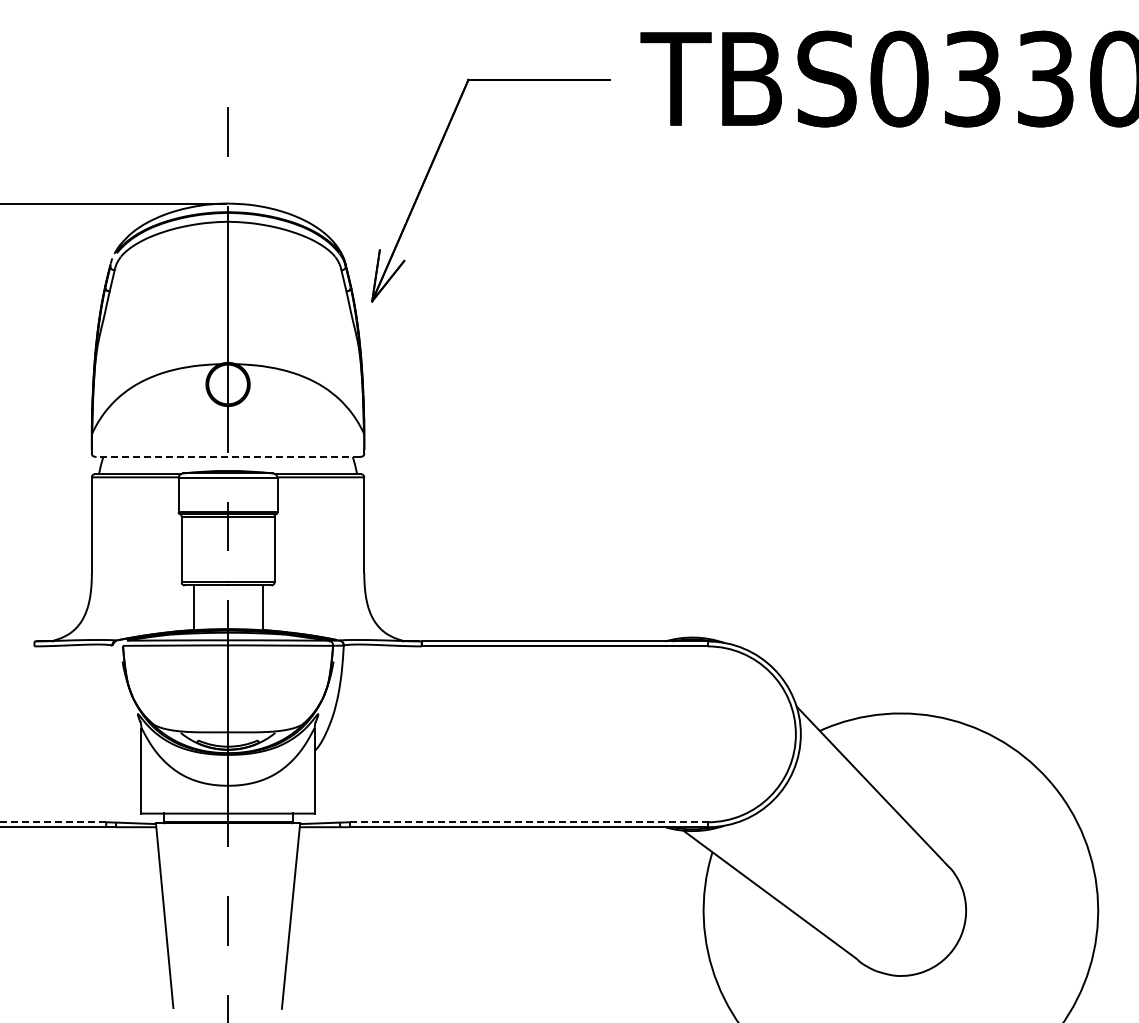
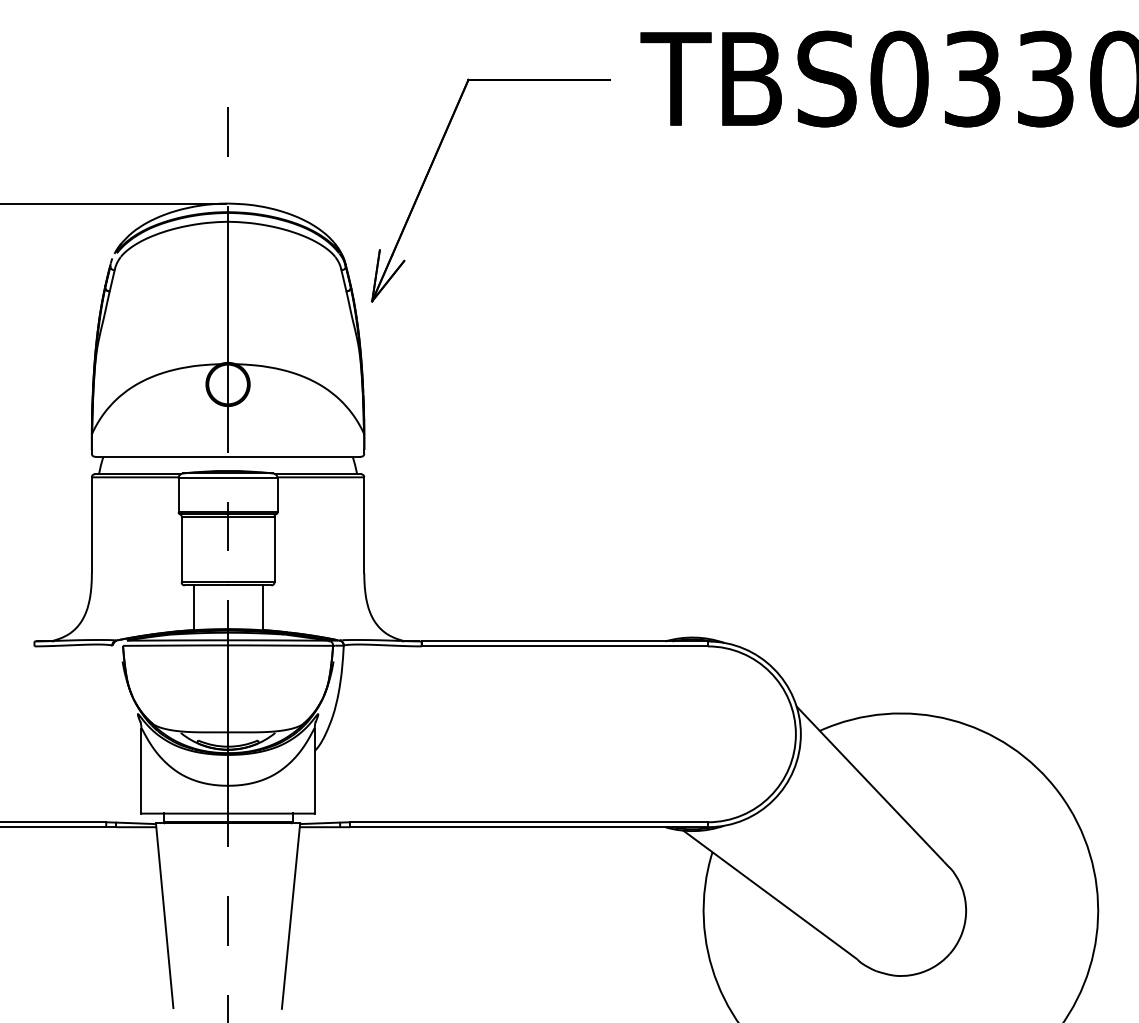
line at (228, 456): dashed -> solid
line at (53, 822): dashed -> solid
line at (529, 822): dashed -> solid
